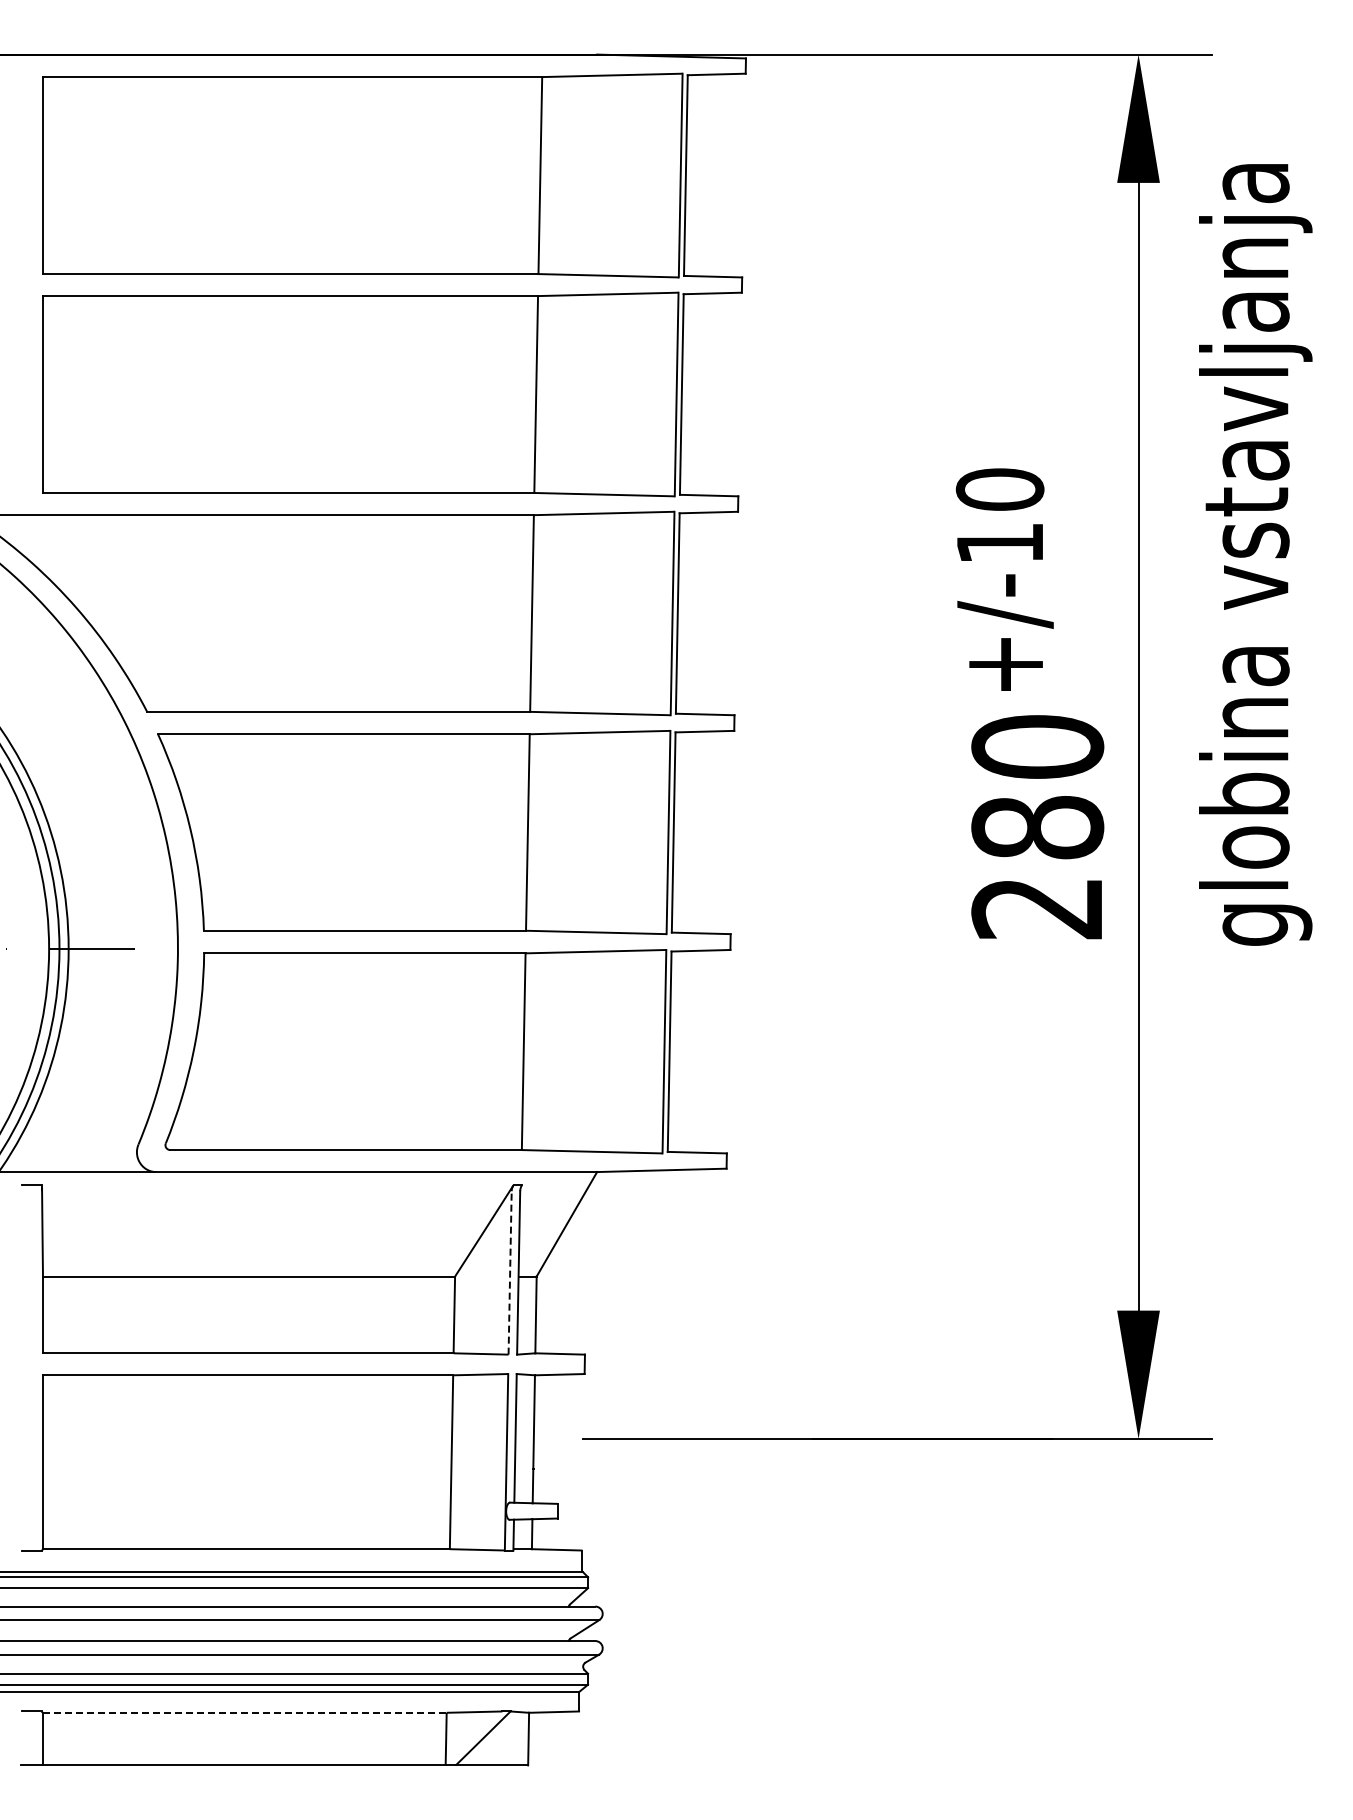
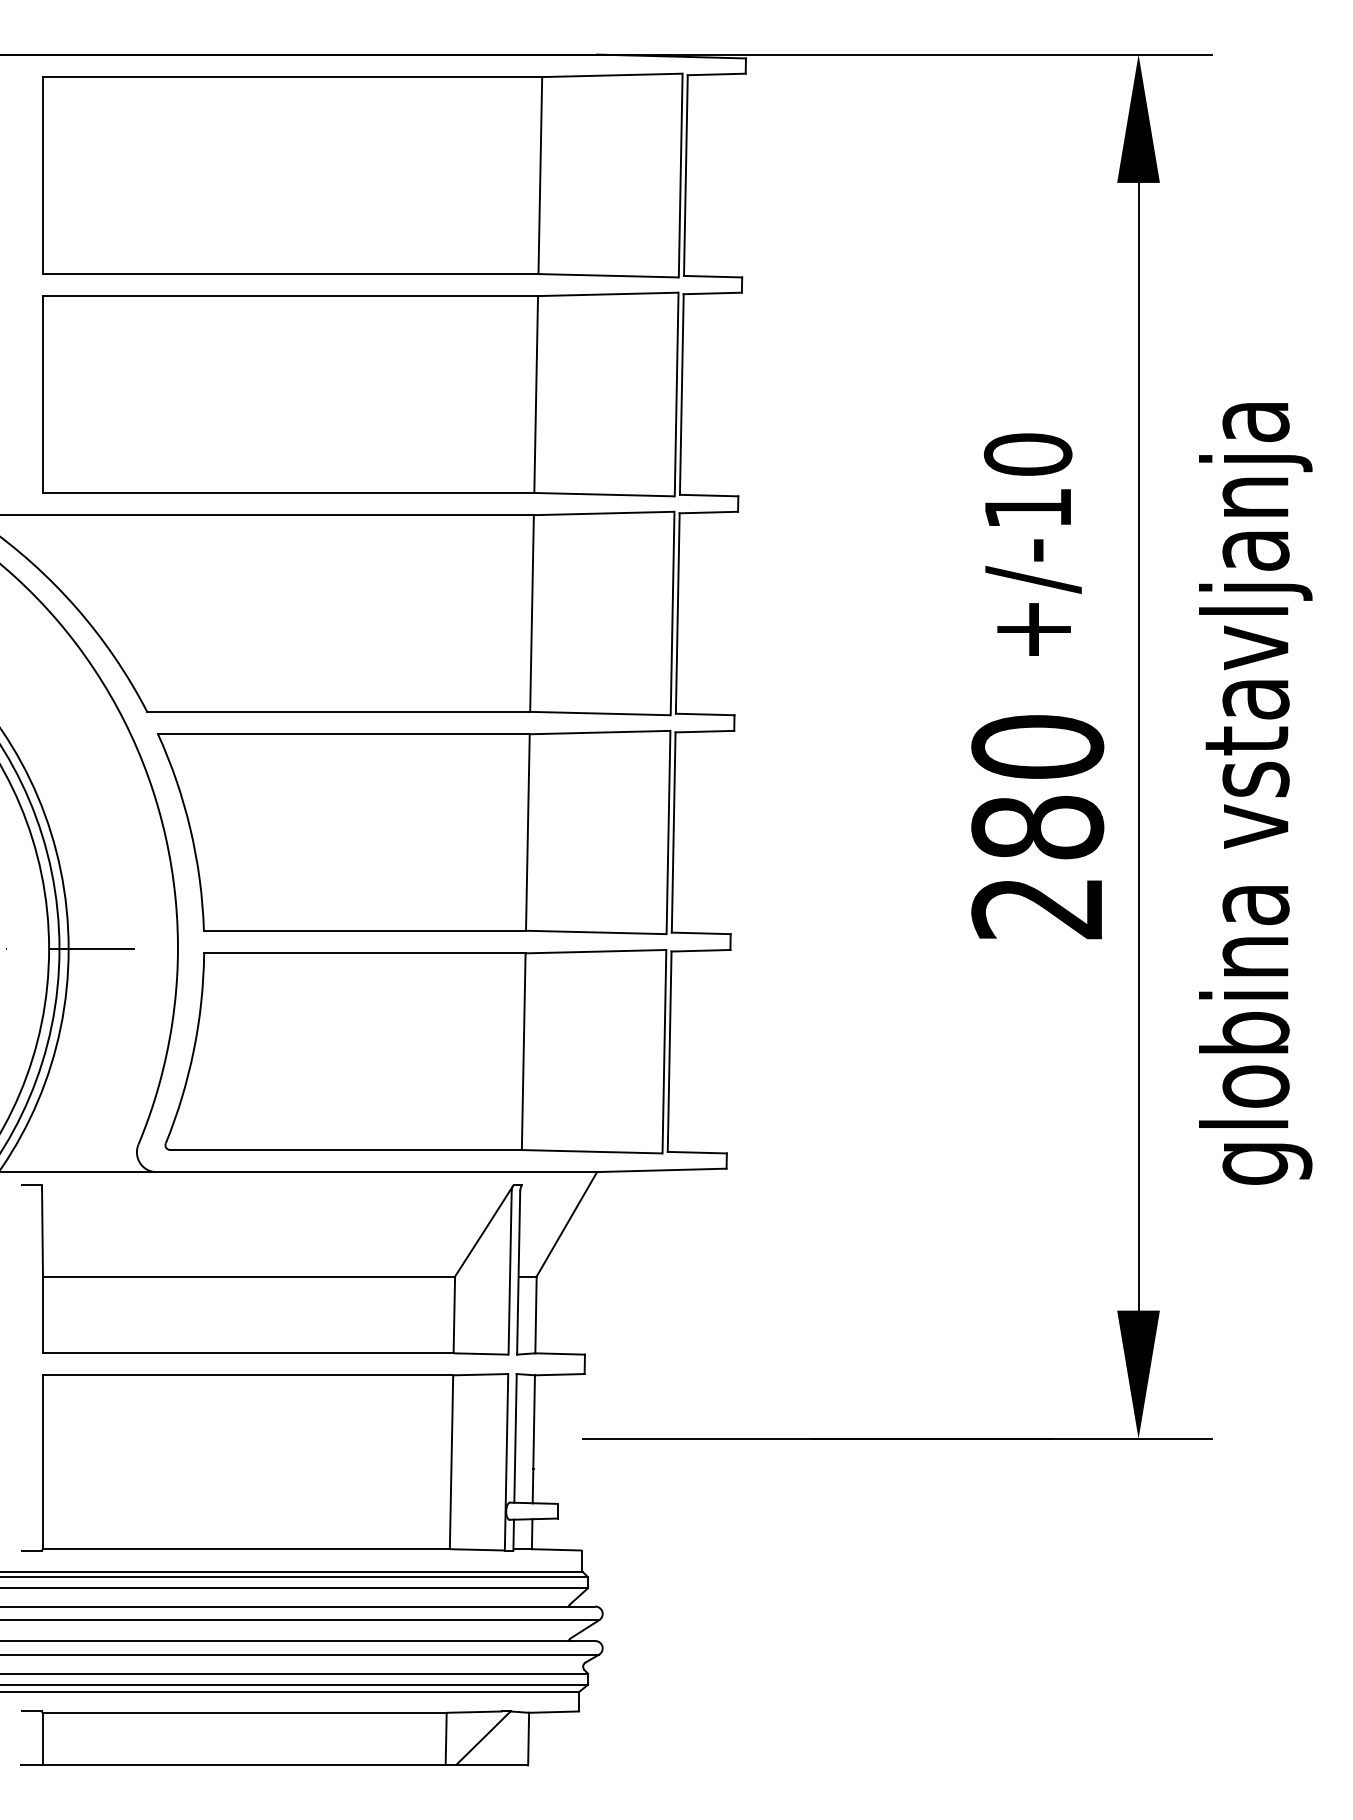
text at (1255, 554) position: (1255, 554) -> (1255, 793)
text at (1004, 579) position: (1004, 579) -> (1032, 544)
line at (510, 1272): dashed -> solid
line at (244, 1712): dashed -> solid
